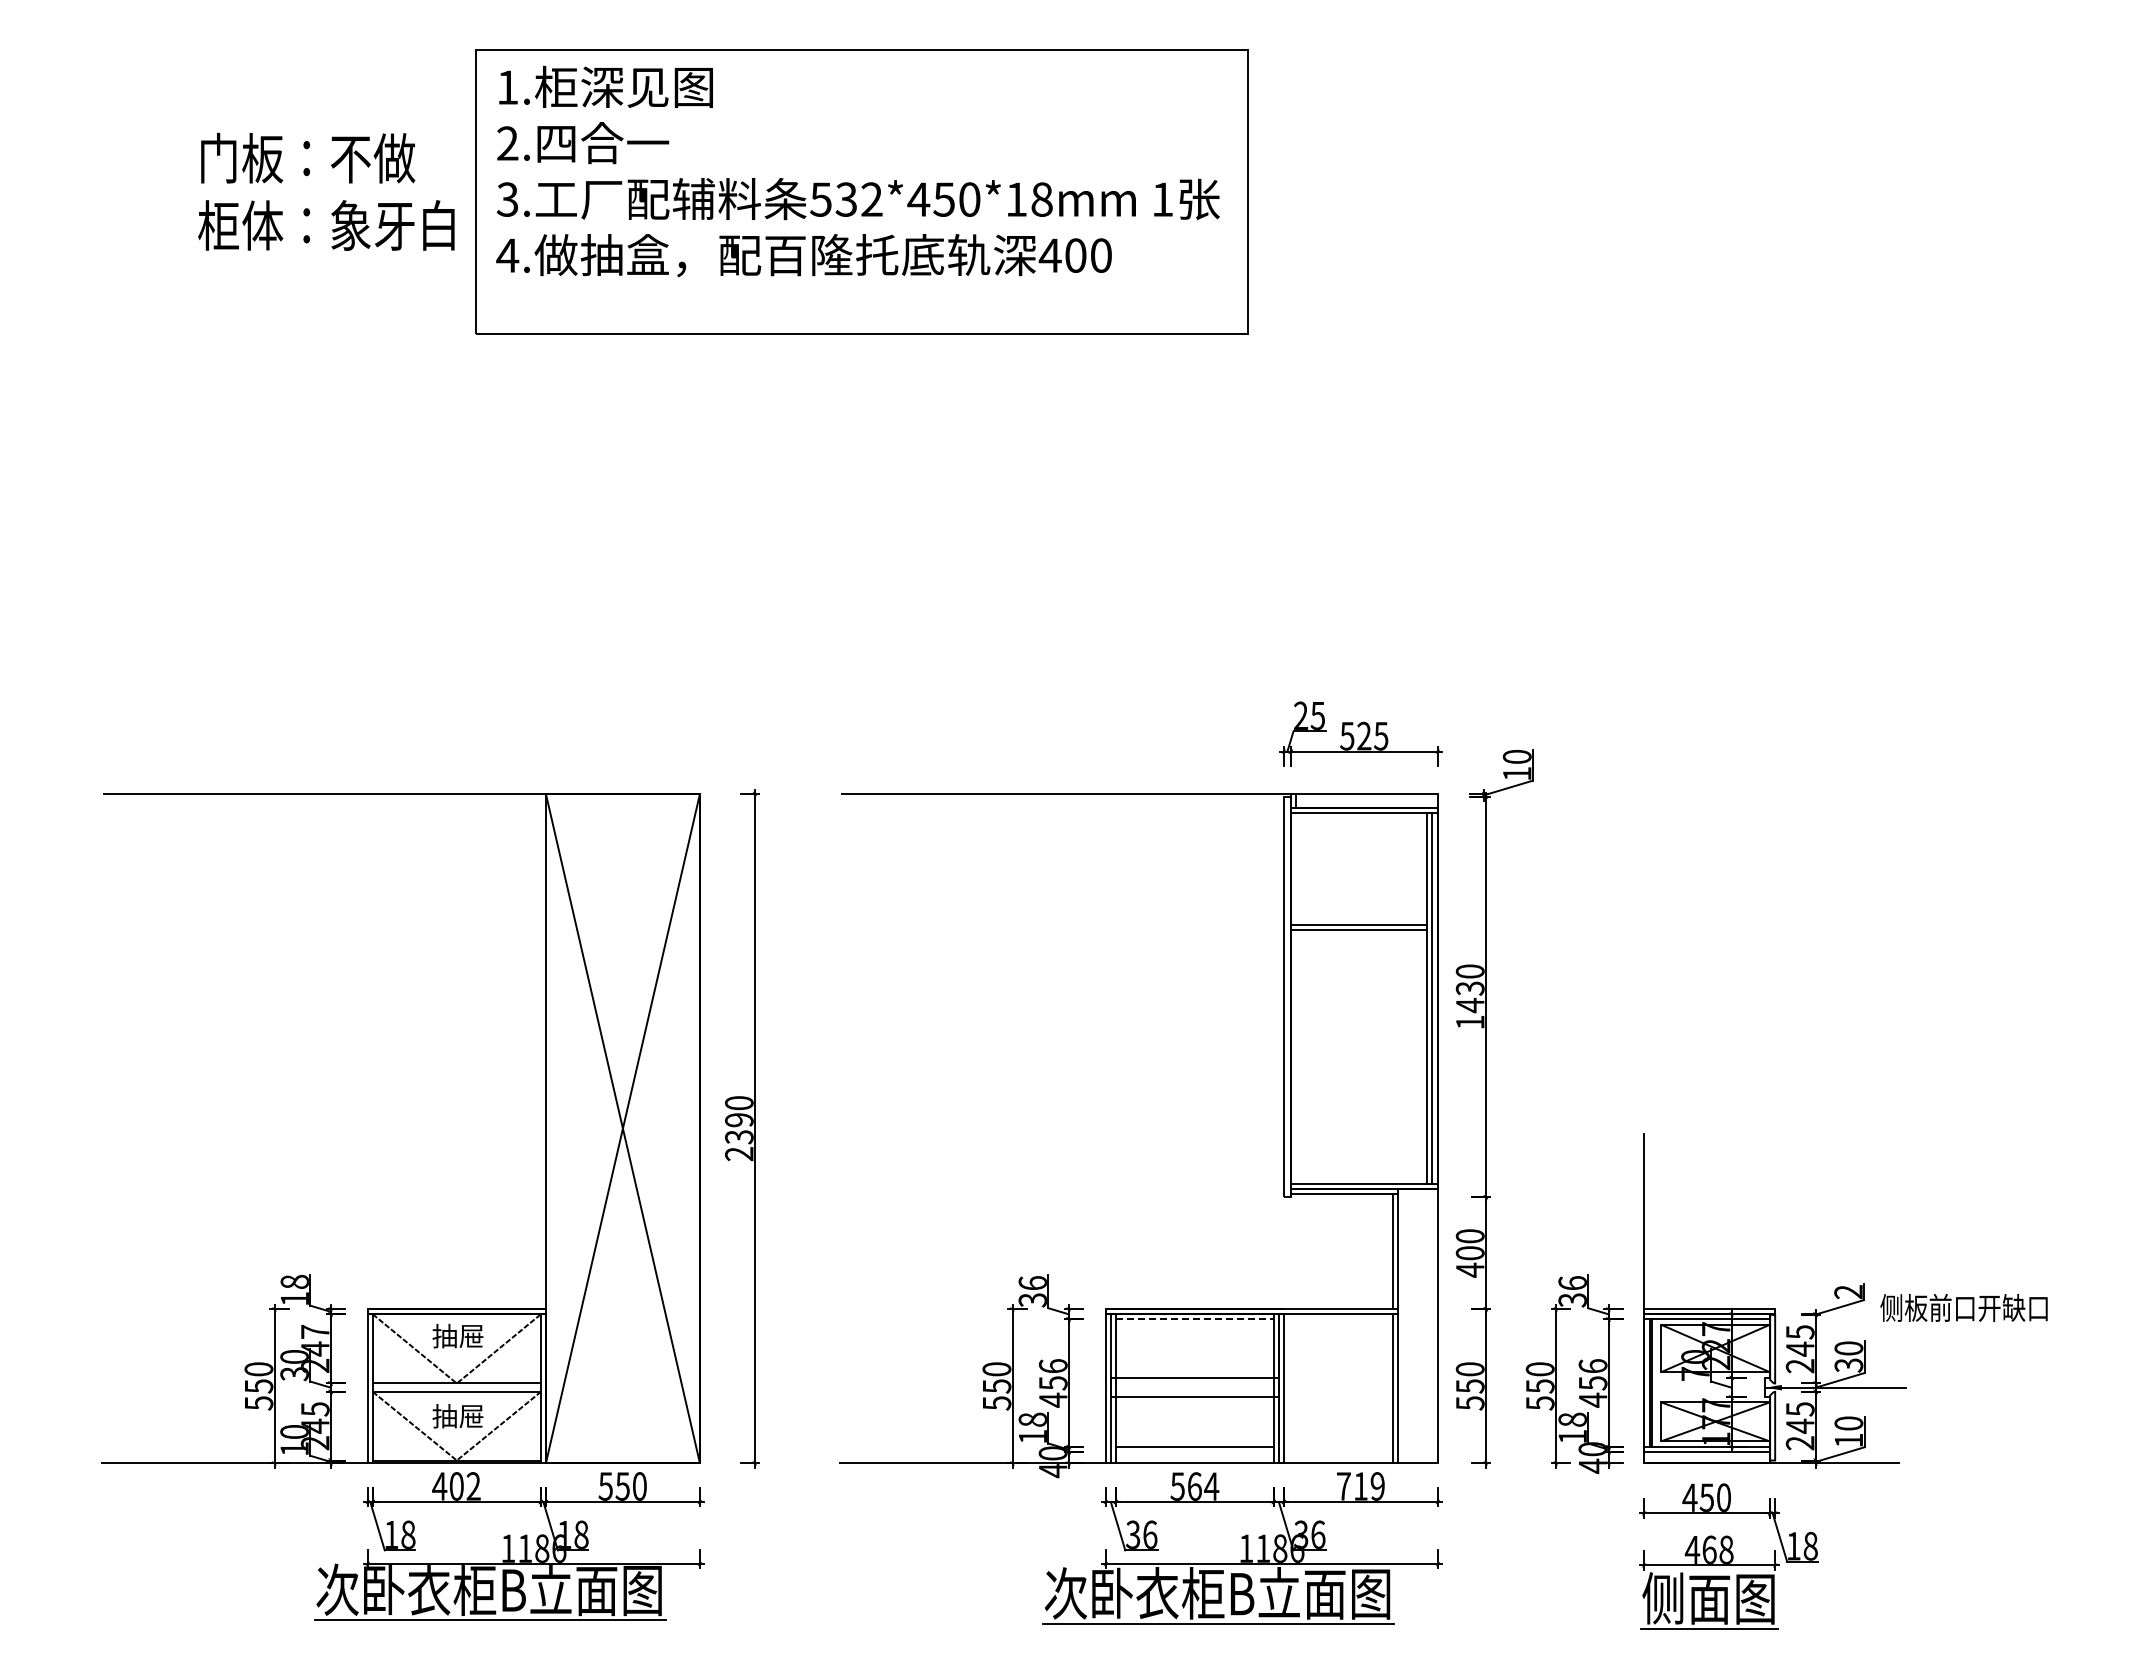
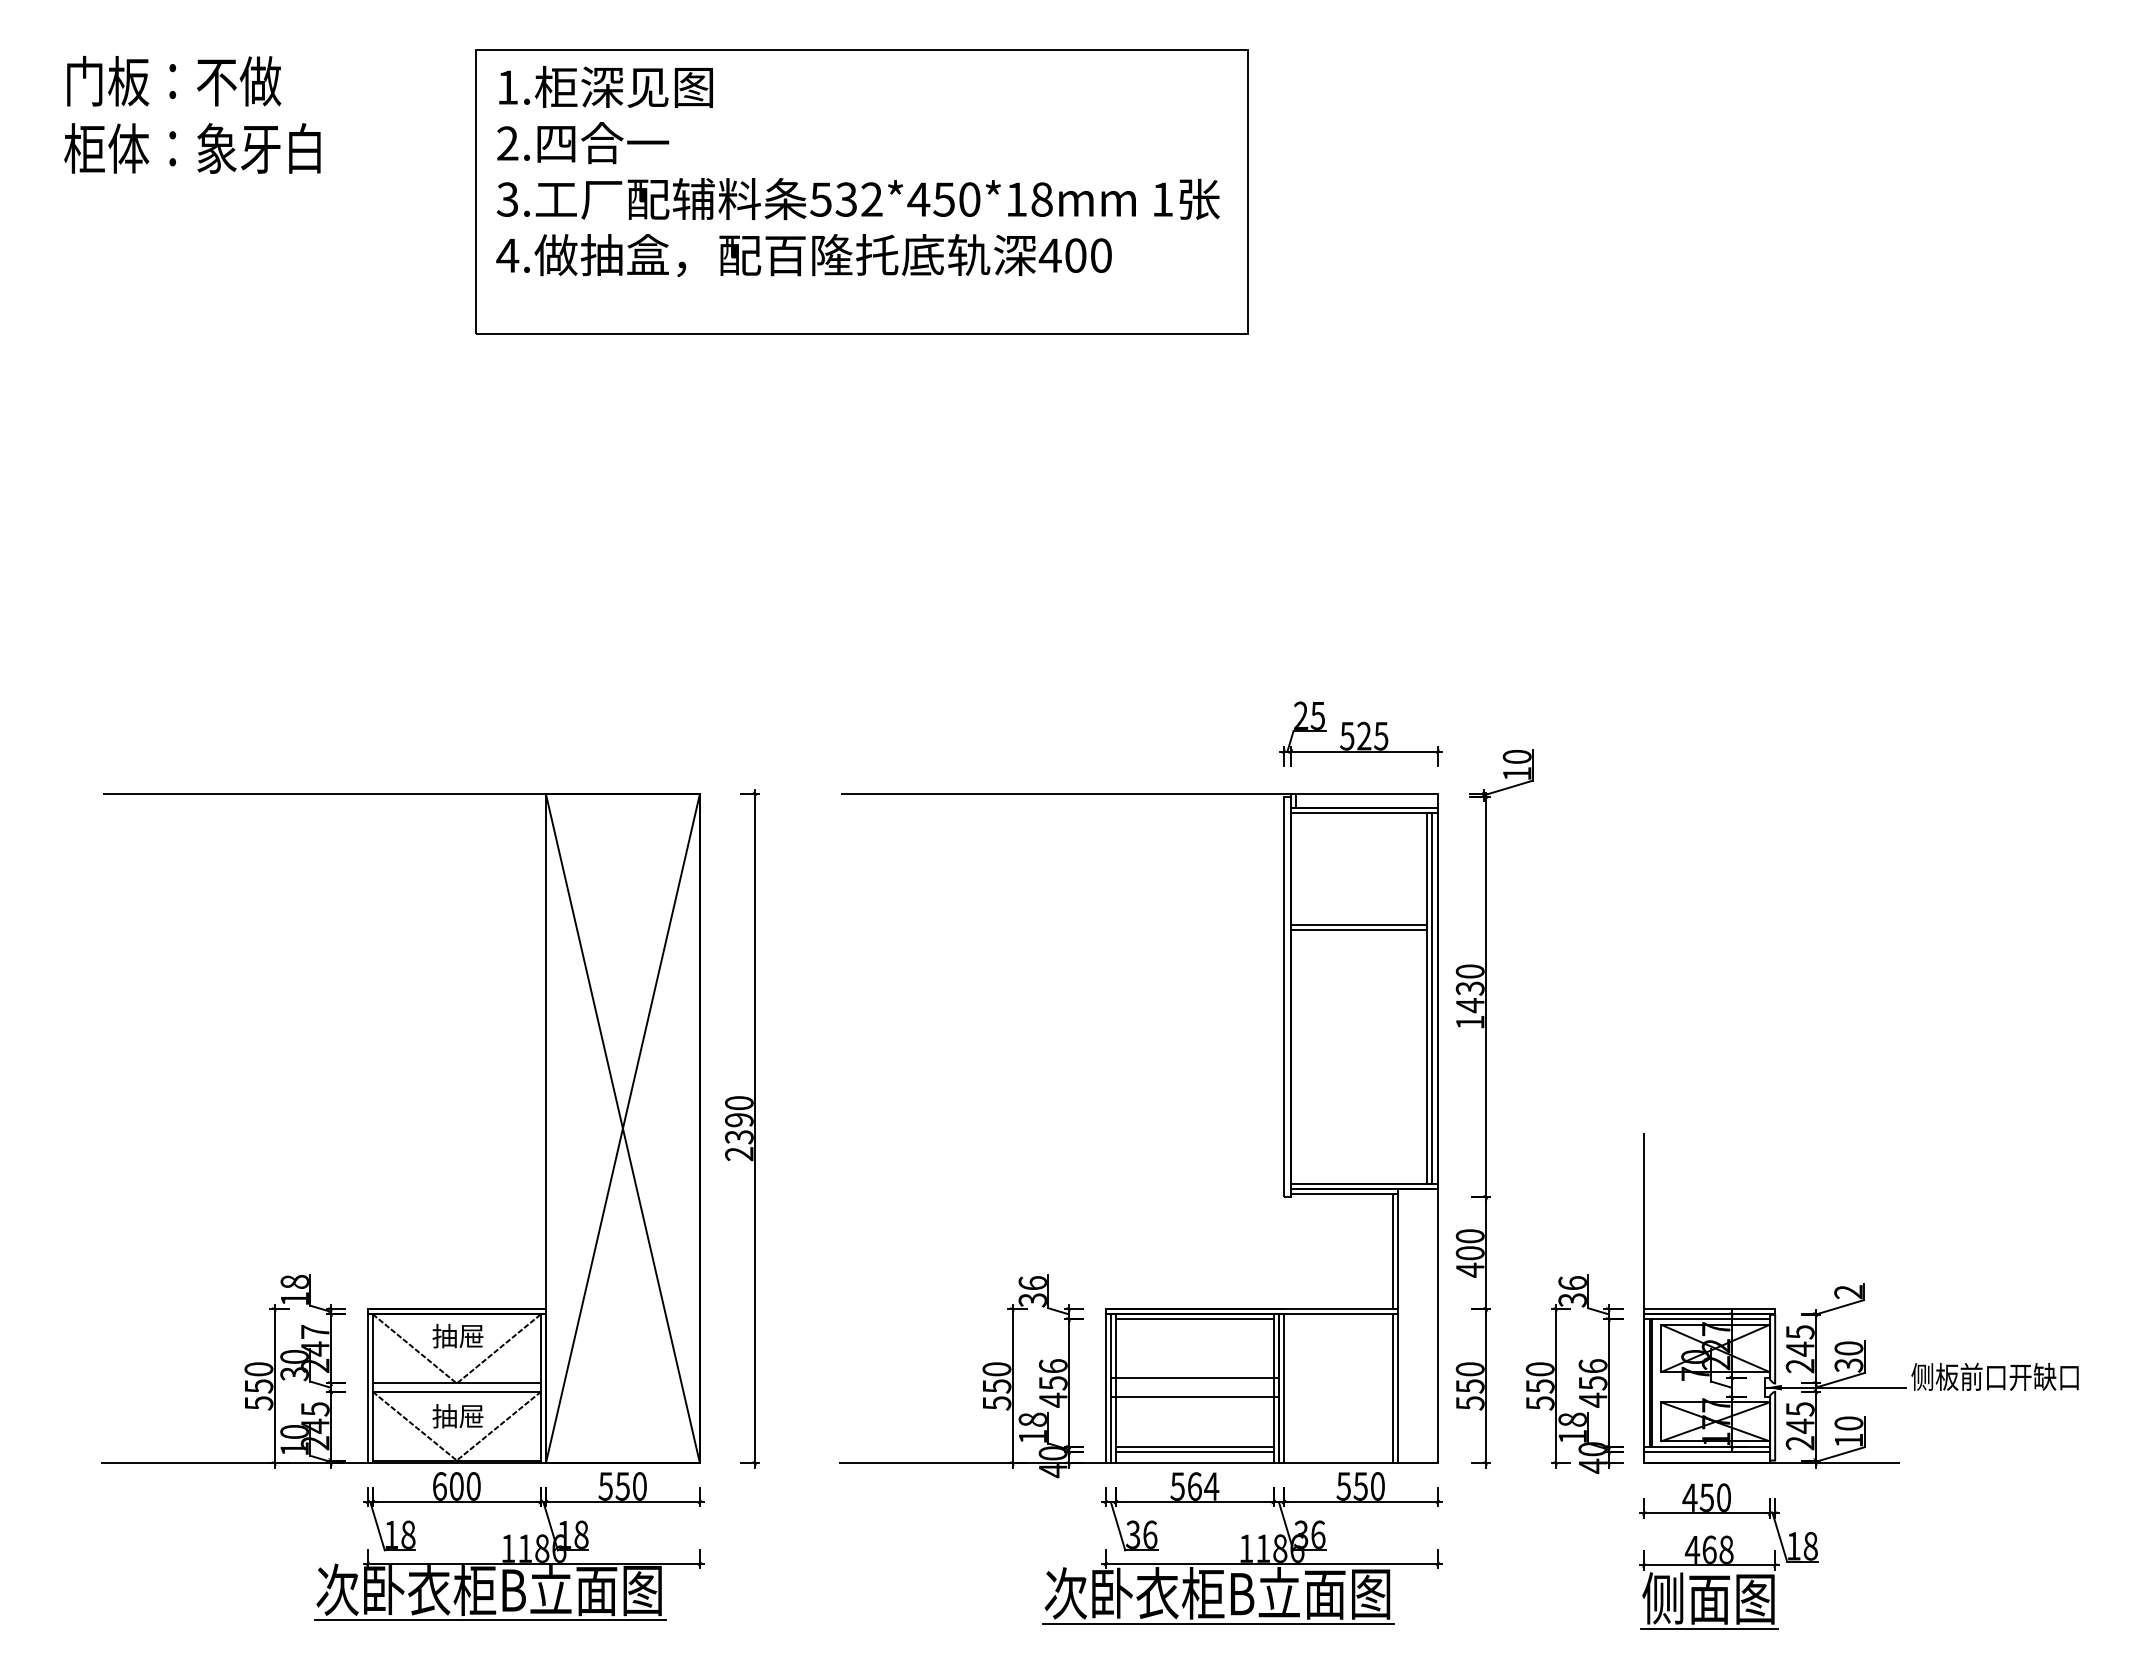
text at (326, 191) position: (326, 191) -> (192, 114)
text at (1963, 1307) position: (1963, 1307) -> (1994, 1376)
line at (1194, 1319): dashed -> solid
line at (1194, 1452): none -> present
text at (456, 1486): 402 -> 600
text at (1360, 1486): 719 -> 550
